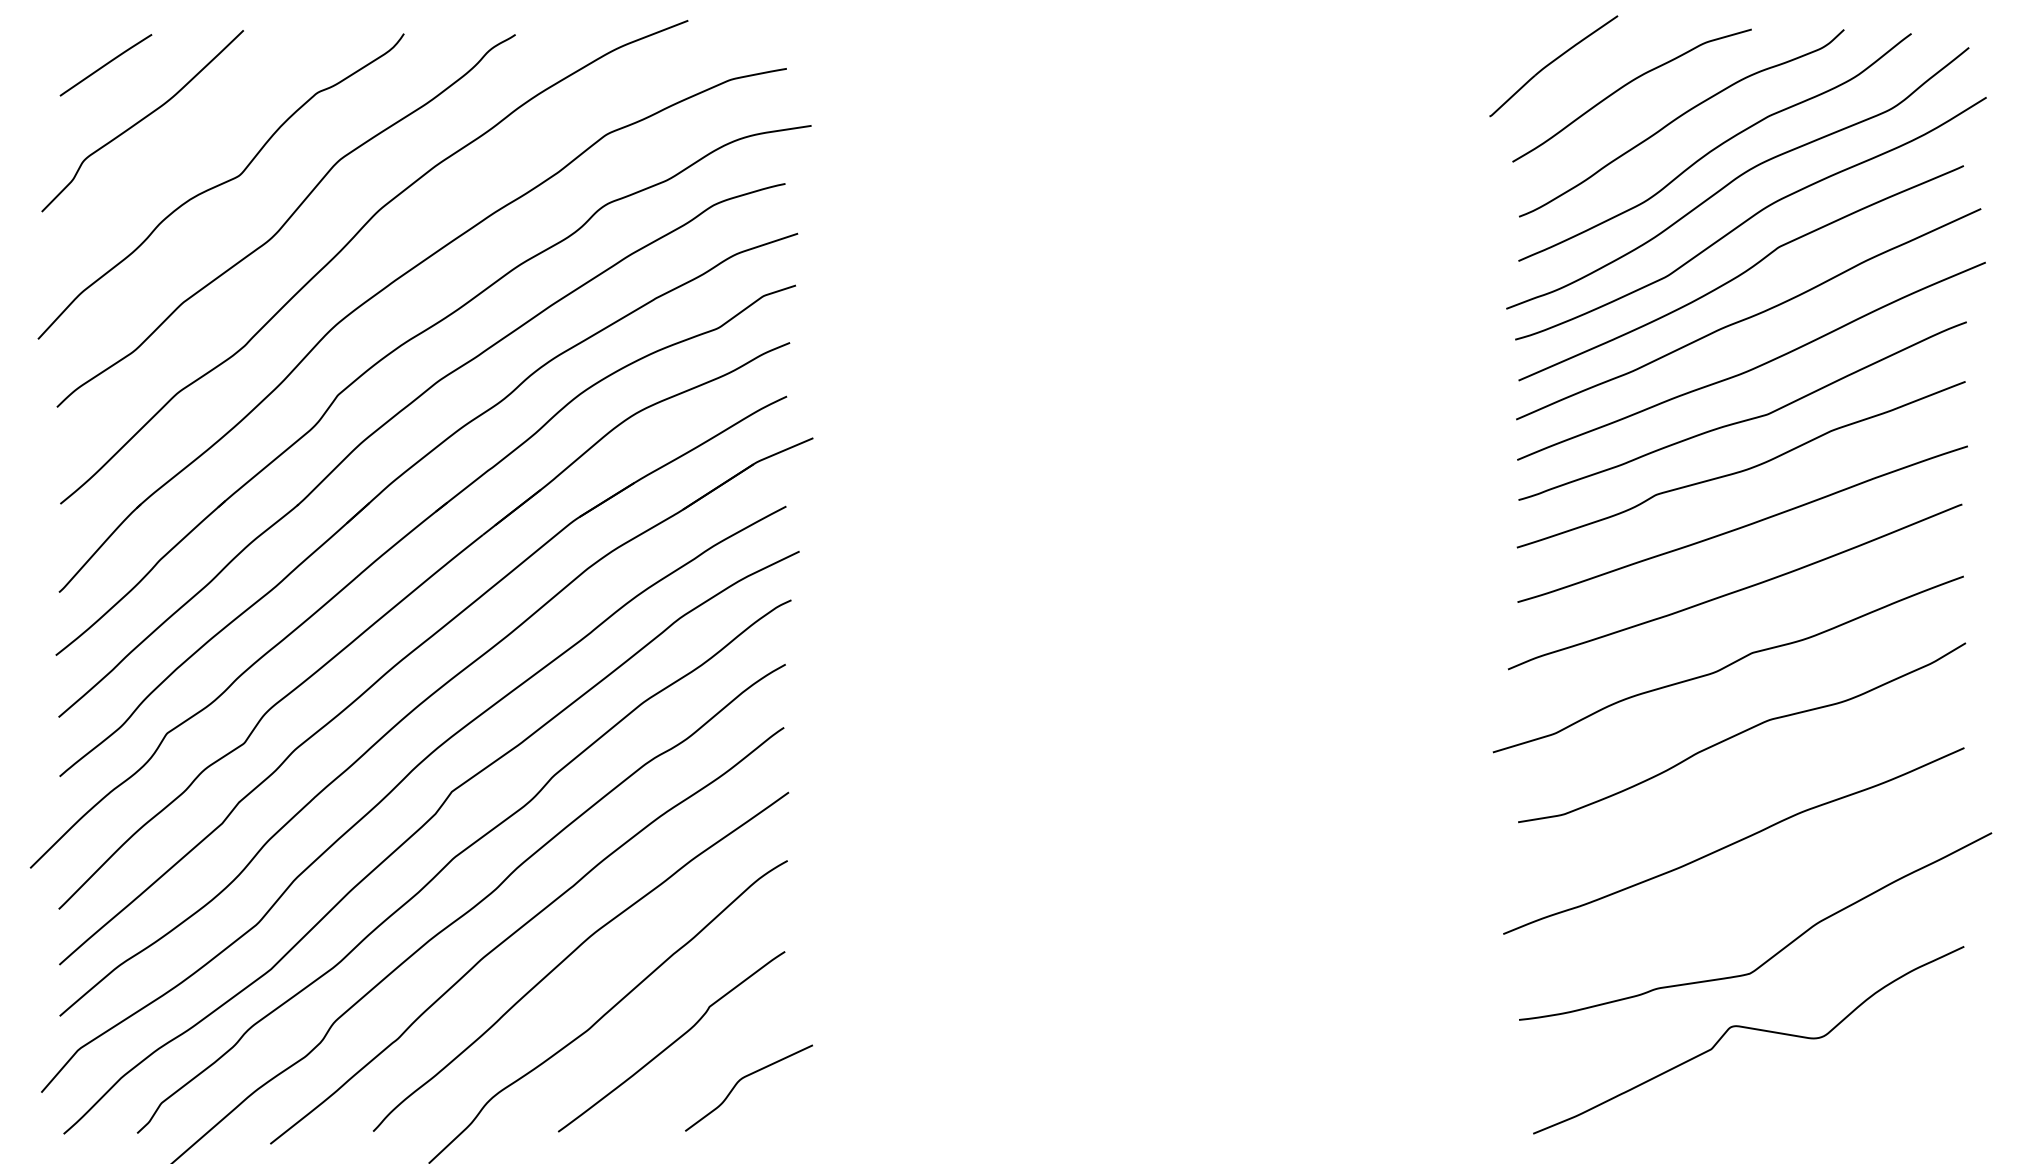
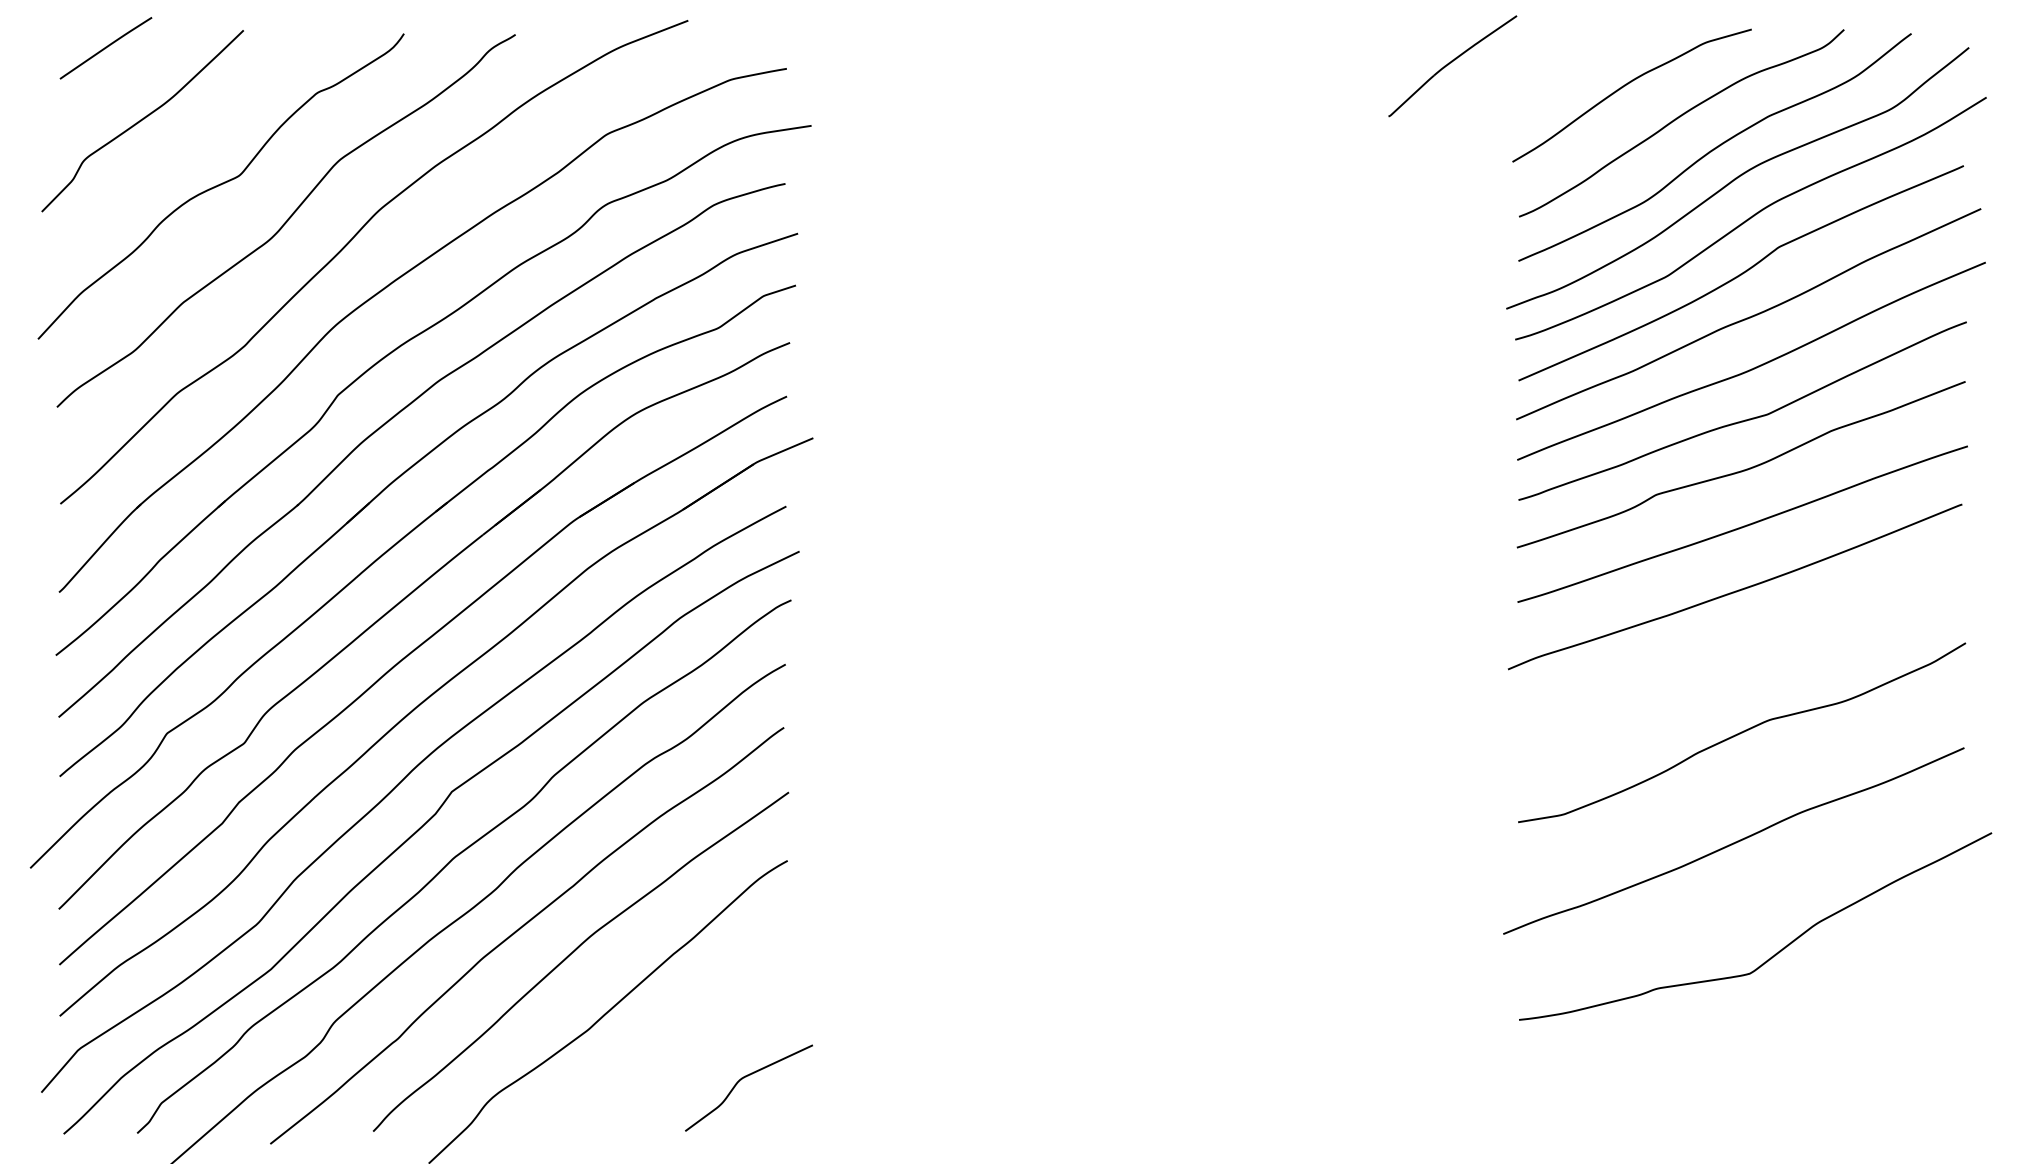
line at (105, 65) position: (105, 65) -> (105, 48)
part at (1553, 66) position: (1553, 66) -> (1452, 66)
curve at (1728, 664): present -> none
curve at (1750, 1029): present -> none
curve at (672, 1042): present -> none
